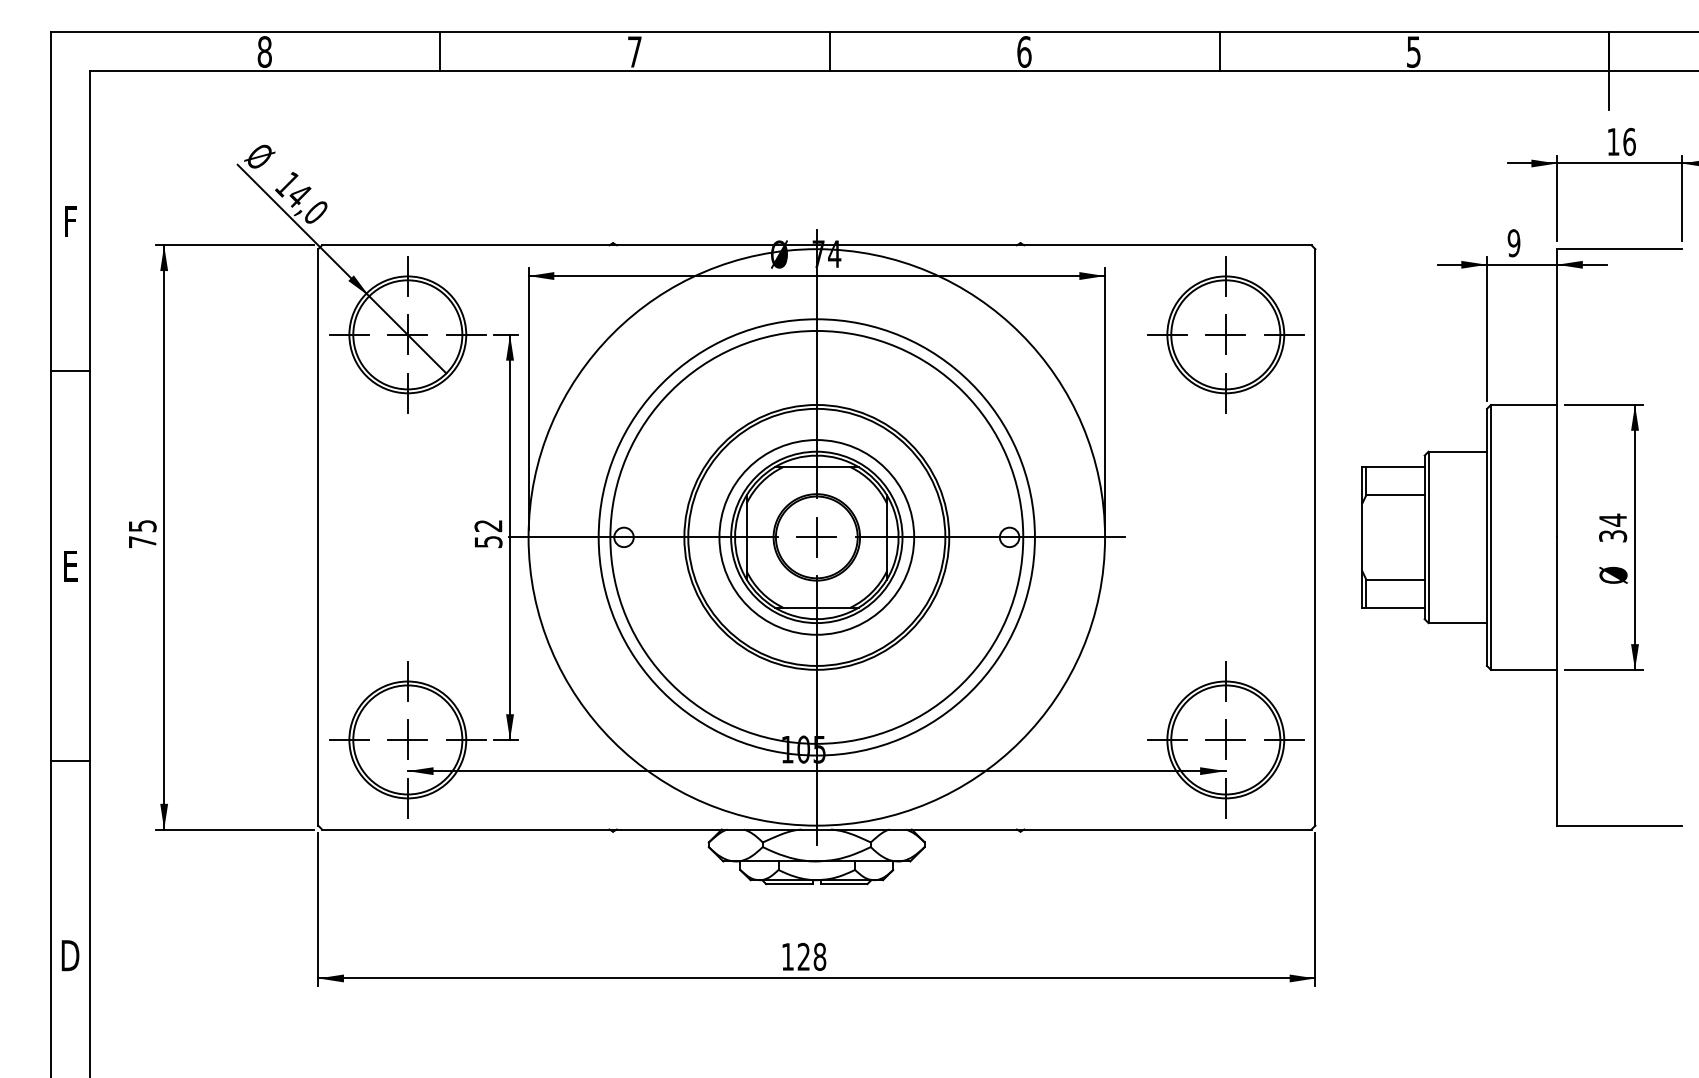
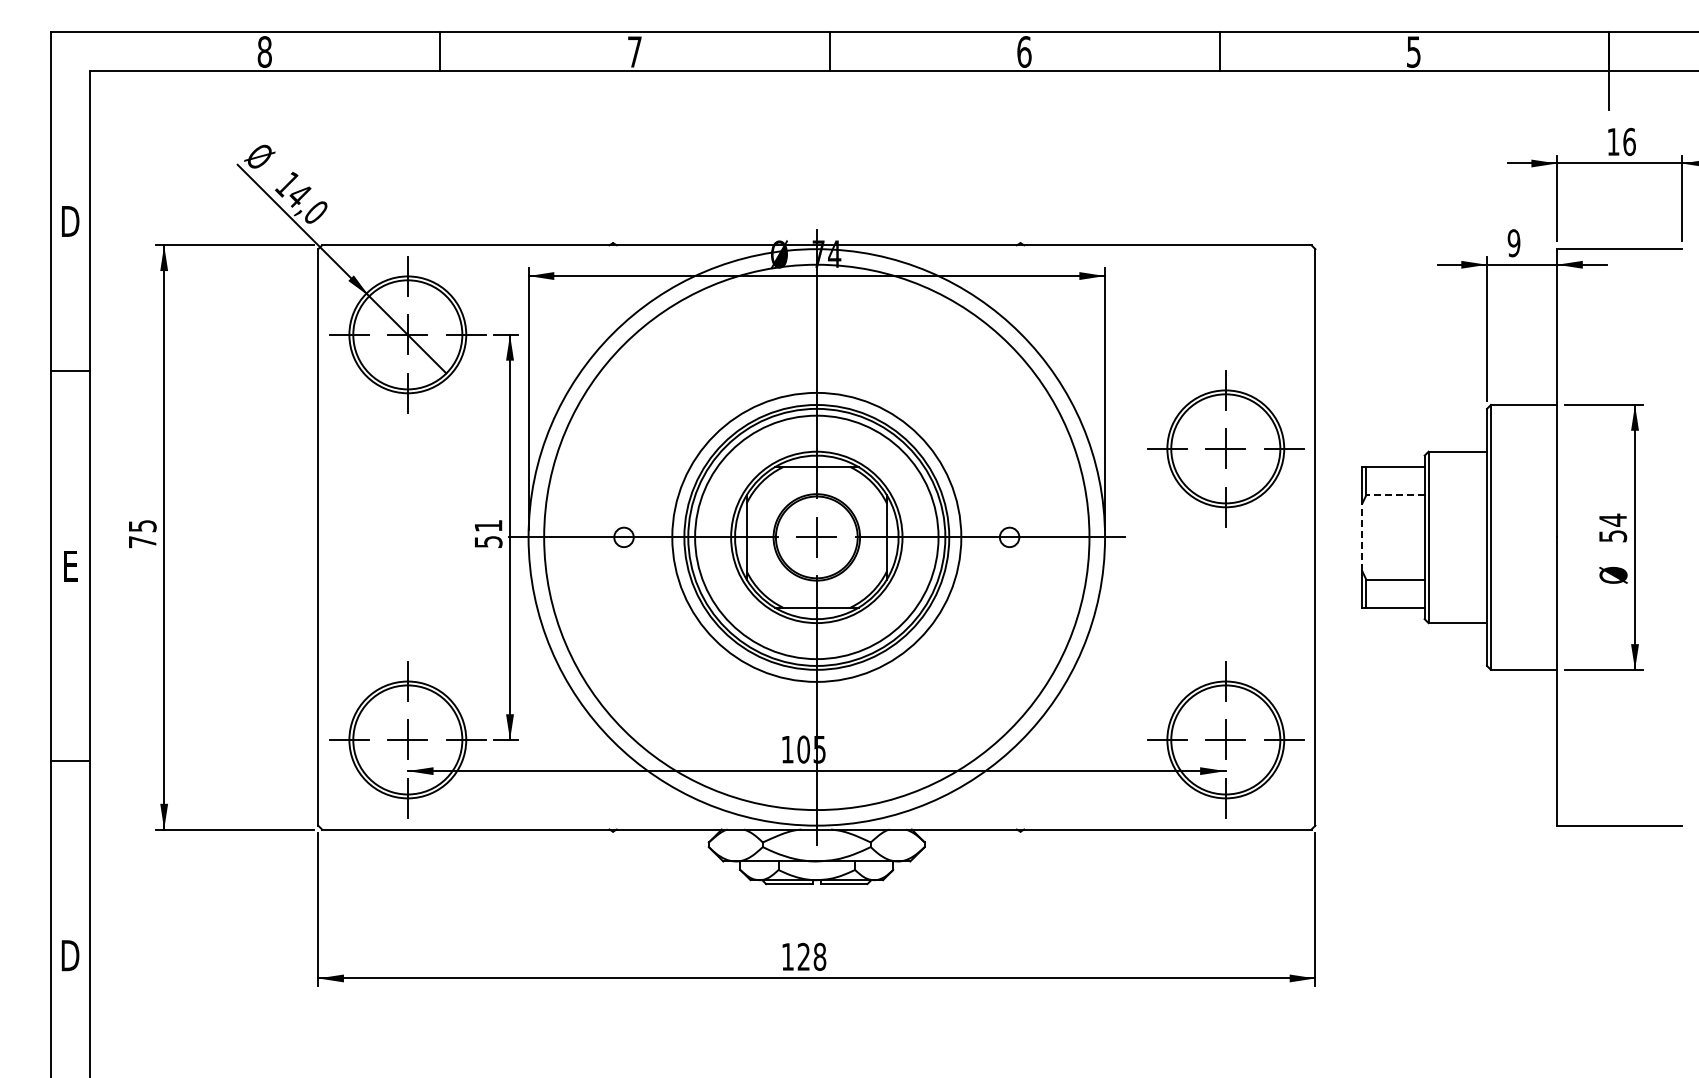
text at (70, 221): F -> D
part at (1225, 334) position: (1225, 334) -> (1225, 448)
line at (1394, 495): solid -> dashed
text at (488, 526): 52 -> 51
text at (1612, 535): 34 -> 54
circle at (816, 536) diameter: 413 px -> 289 px
circle at (816, 537) diameter: 195 px -> 243 px
circle at (816, 537) diameter: 436 px -> 545 px
line at (1362, 537): solid -> dashed
